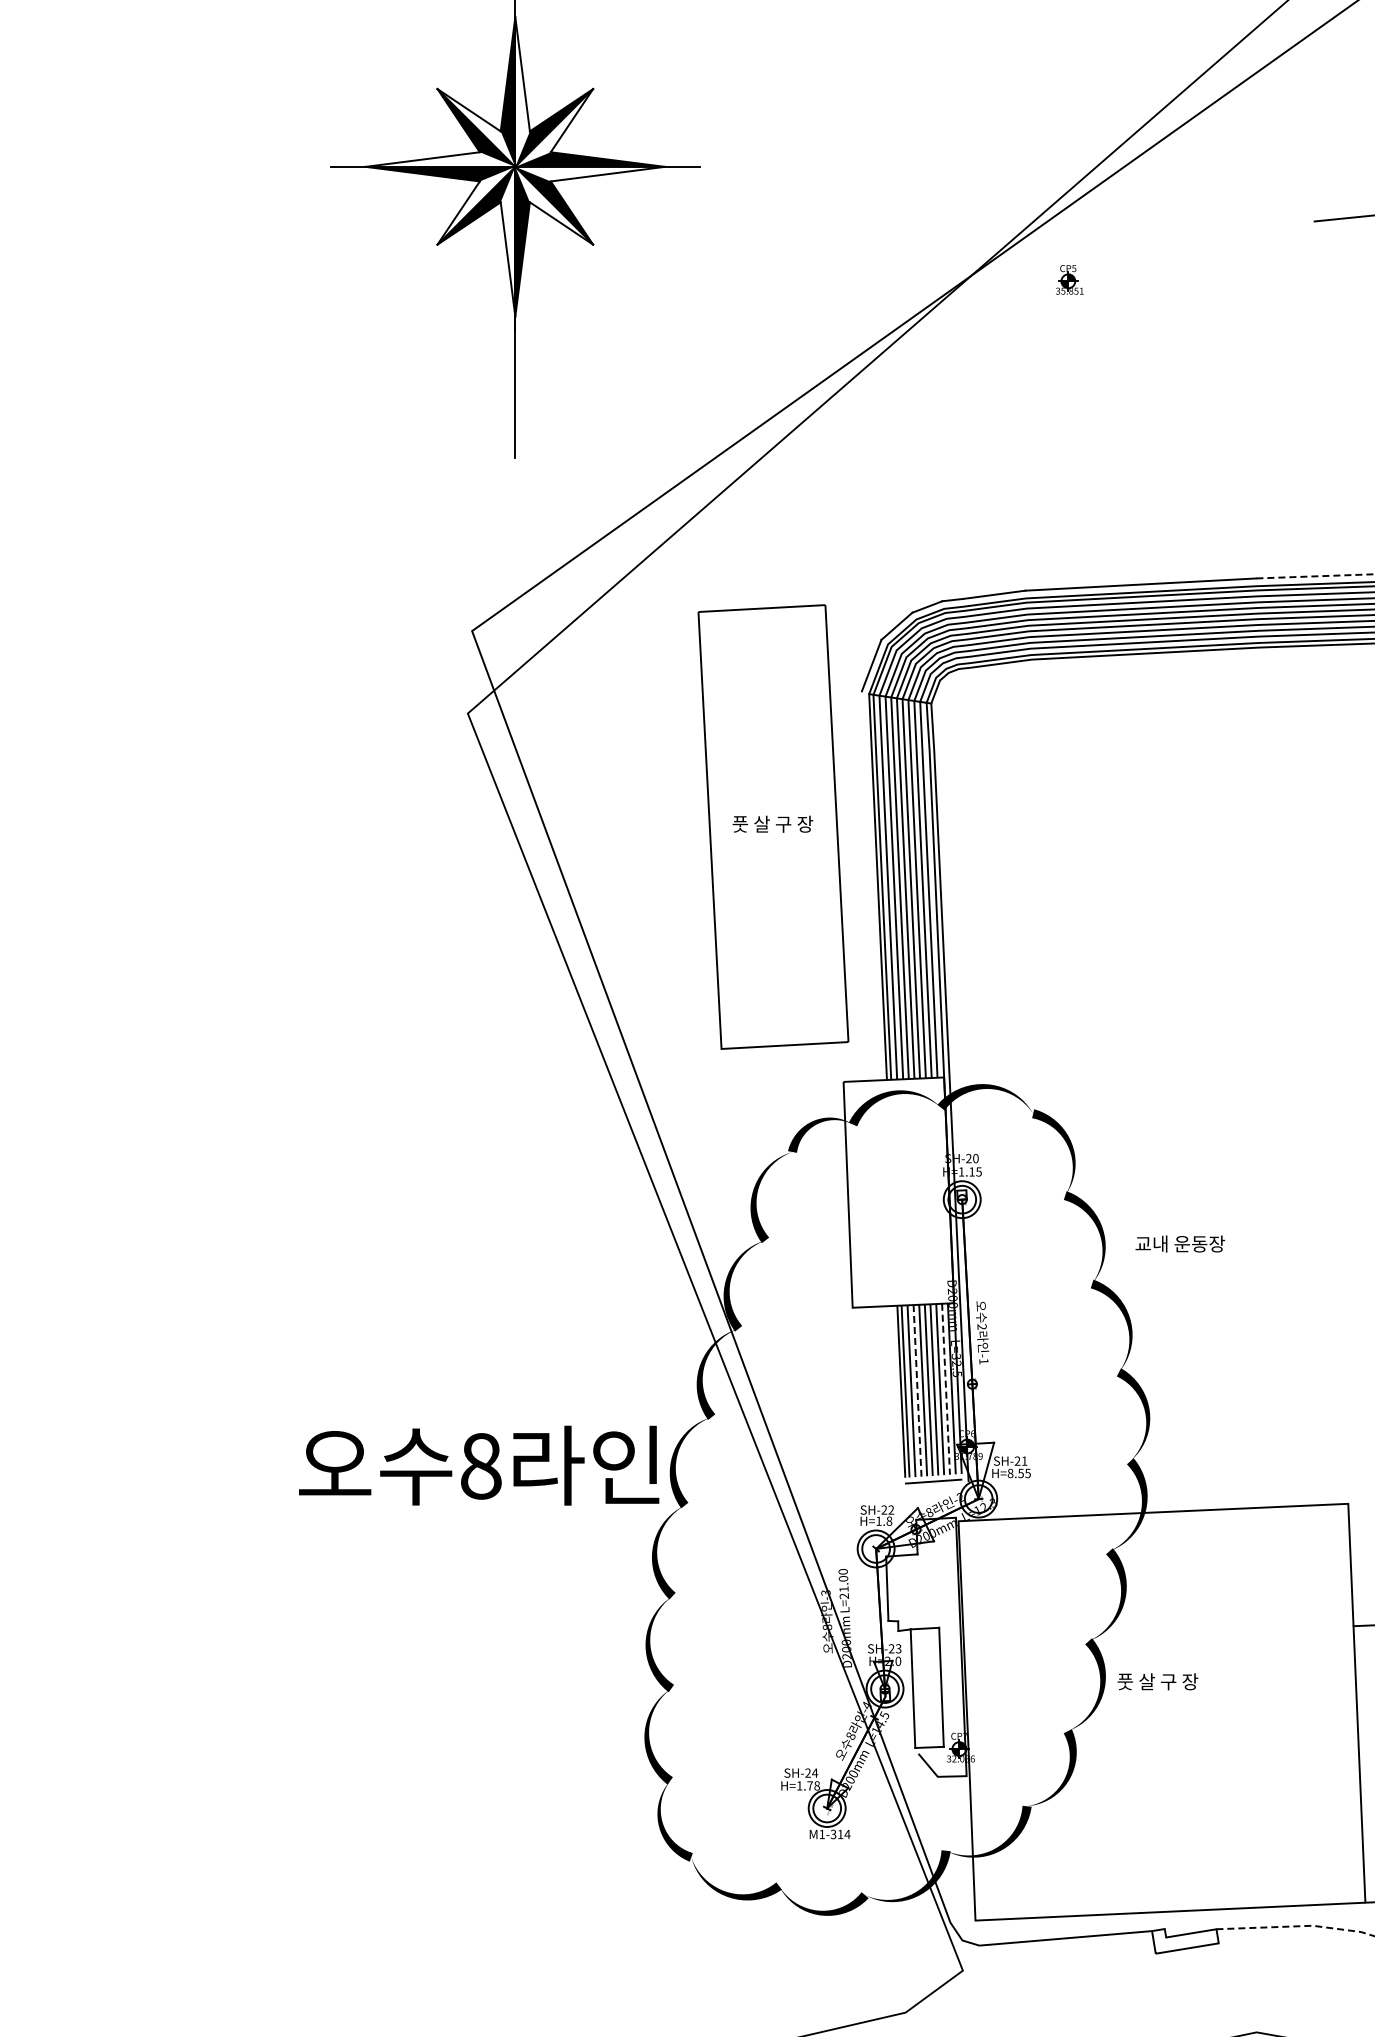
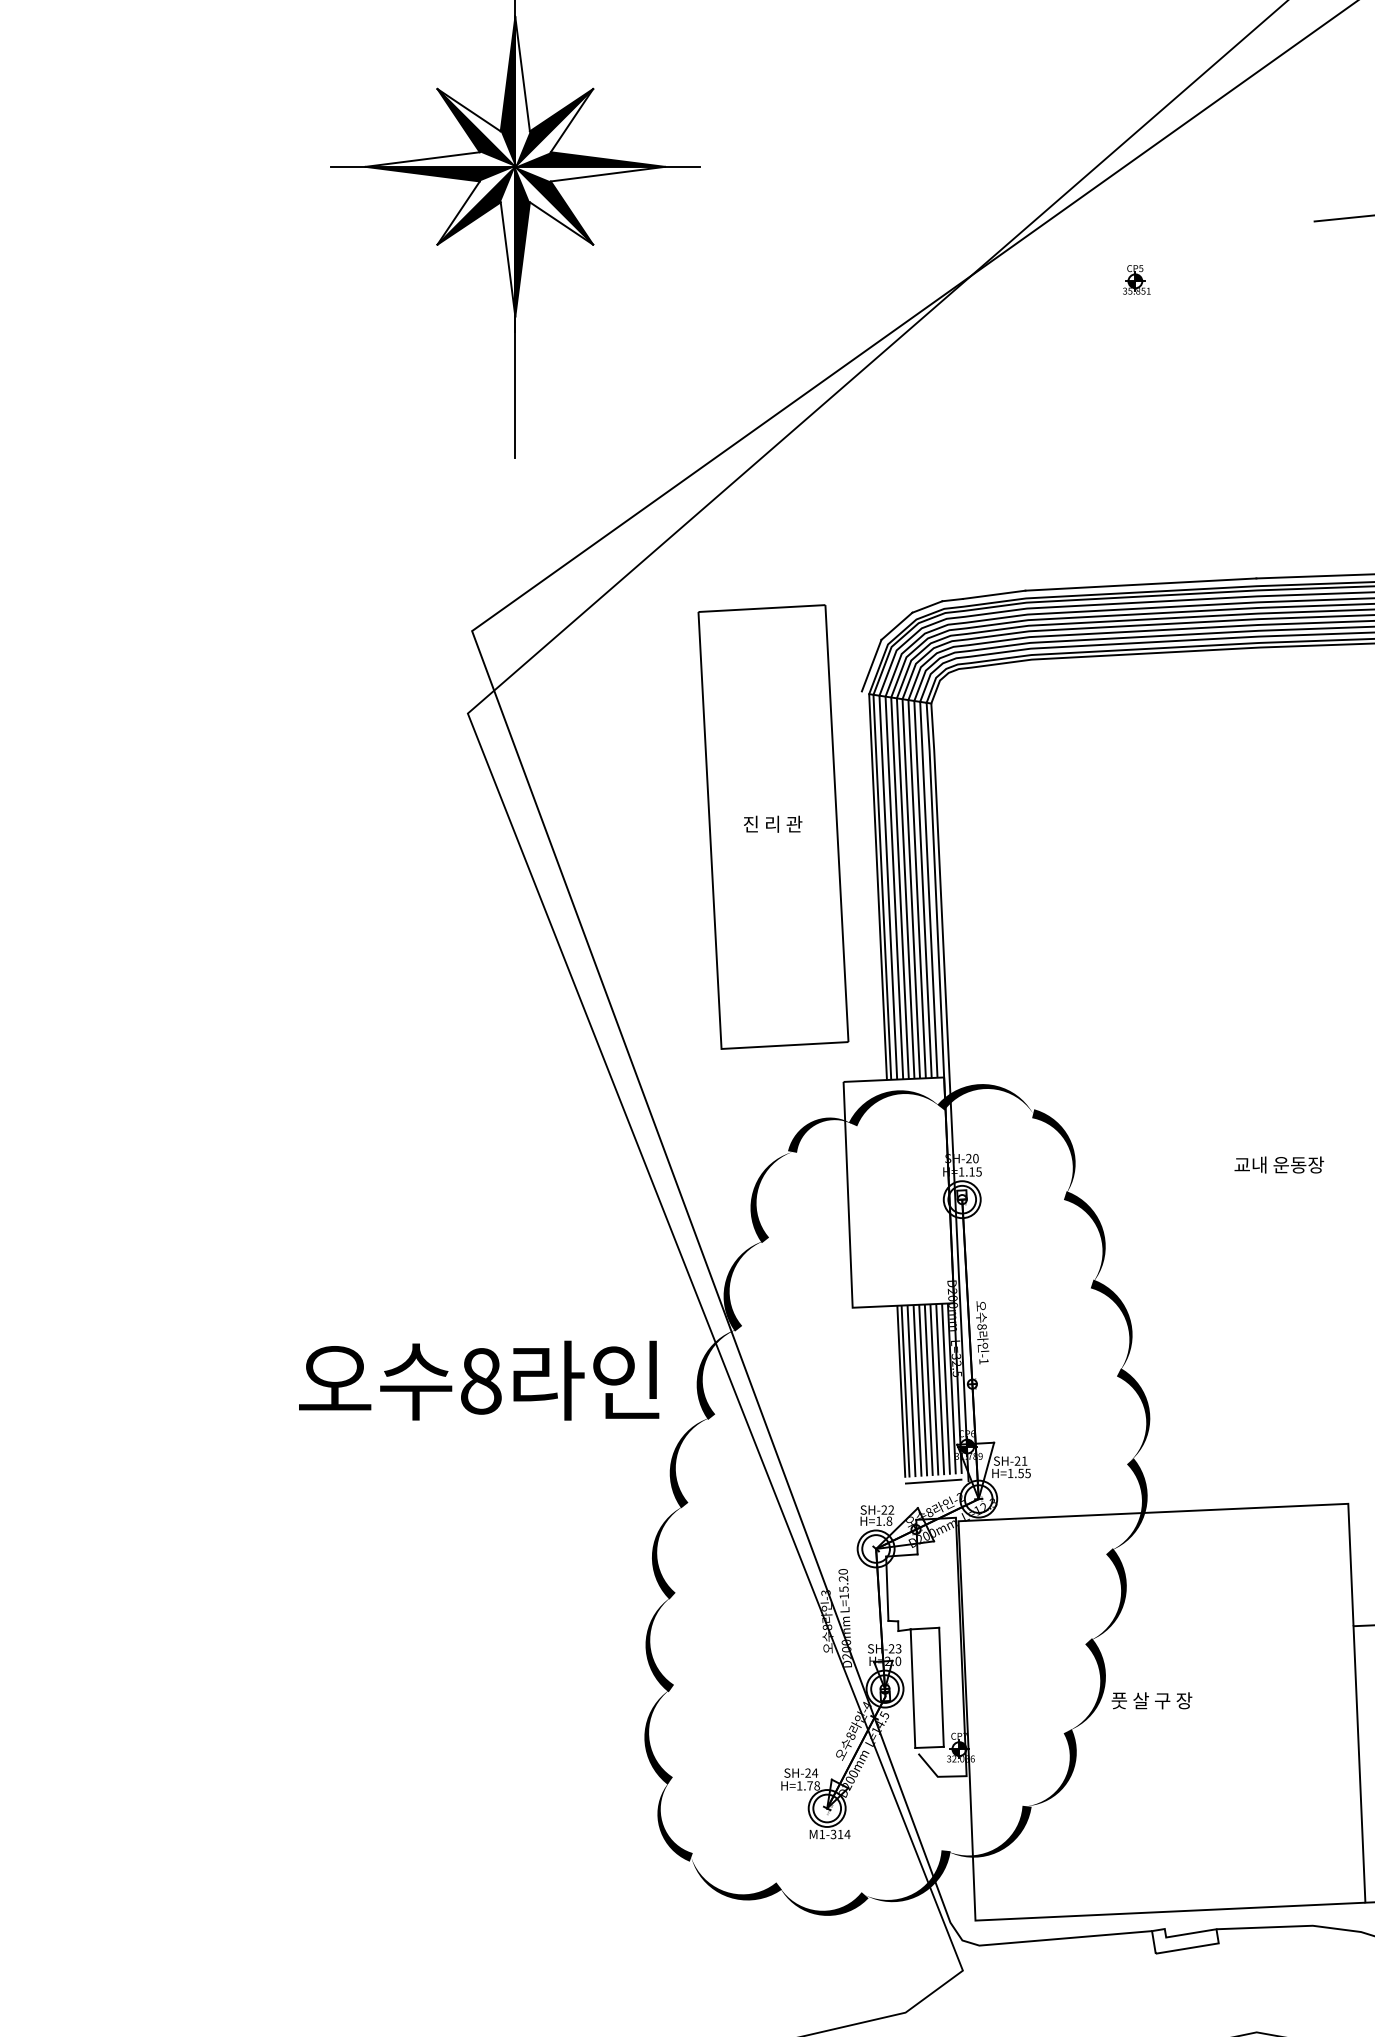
part at (1069, 279) position: (1069, 279) -> (1136, 279)
line at (1315, 576): dashed -> solid
text at (772, 823): 풋 살 구 장 -> 진 리 관
text at (1180, 1243) position: (1180, 1243) -> (1279, 1164)
text at (981, 1326): 2 -> 8
line at (946, 1389): dashed -> solid
line at (917, 1390): dashed -> solid
text at (479, 1465) position: (479, 1465) -> (479, 1380)
text at (1010, 1473): H=8.55 -> H=1.55
text at (843, 1586): L=21.00 -> L=15.20
text at (1157, 1681) position: (1157, 1681) -> (1151, 1700)
line at (1296, 1926): dashed -> solid
